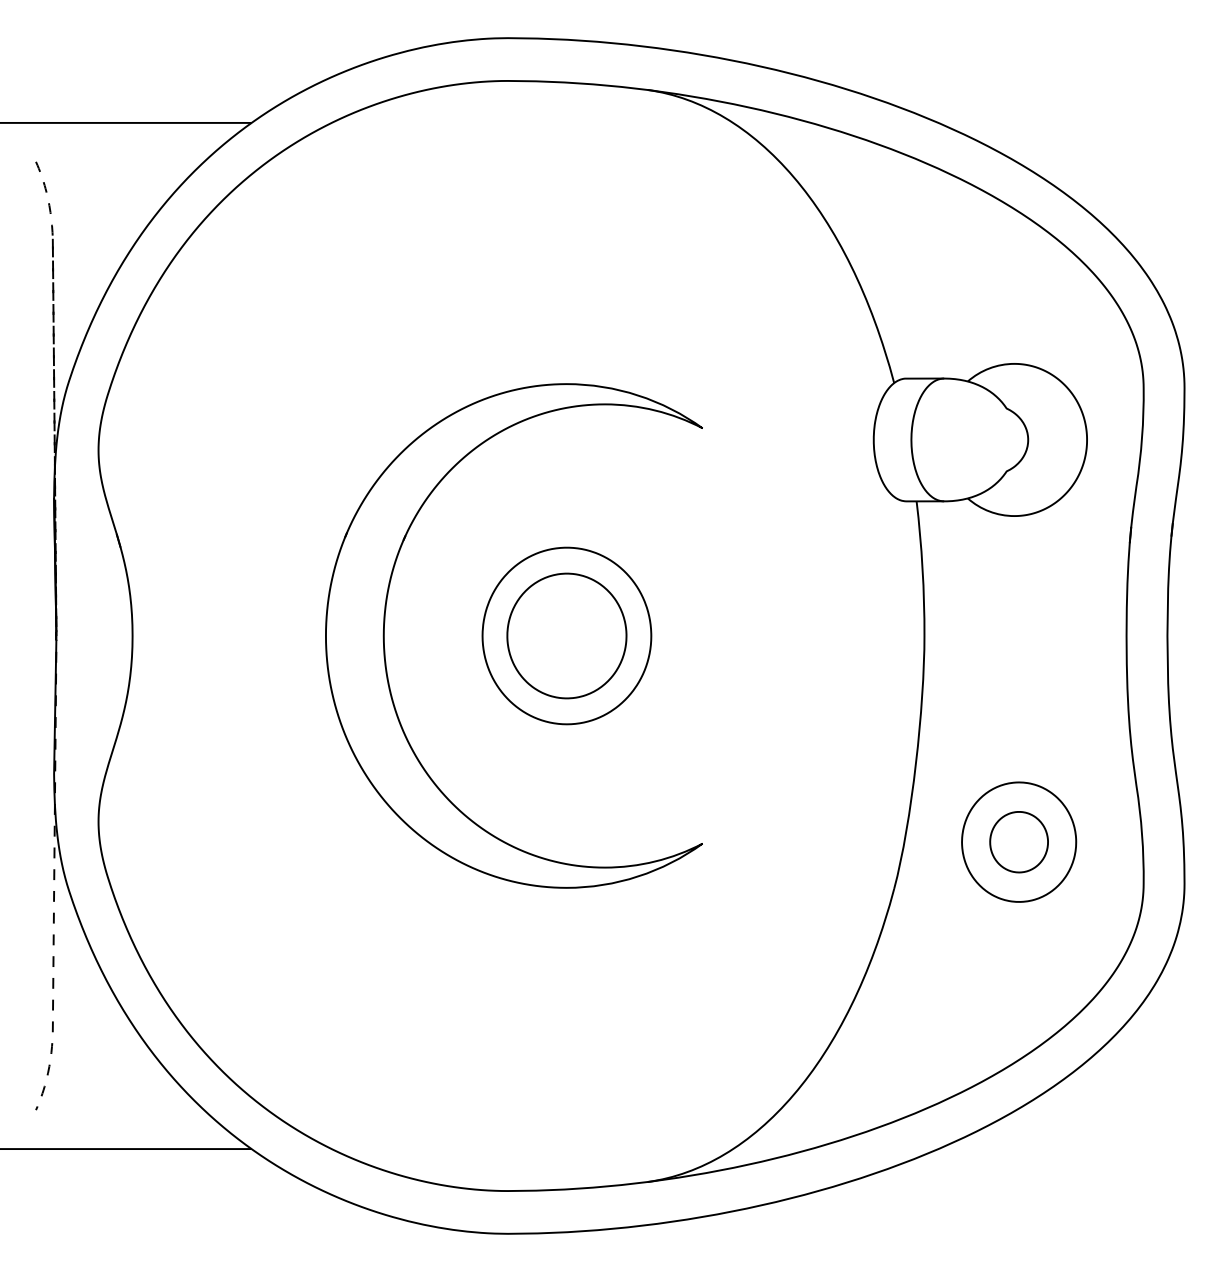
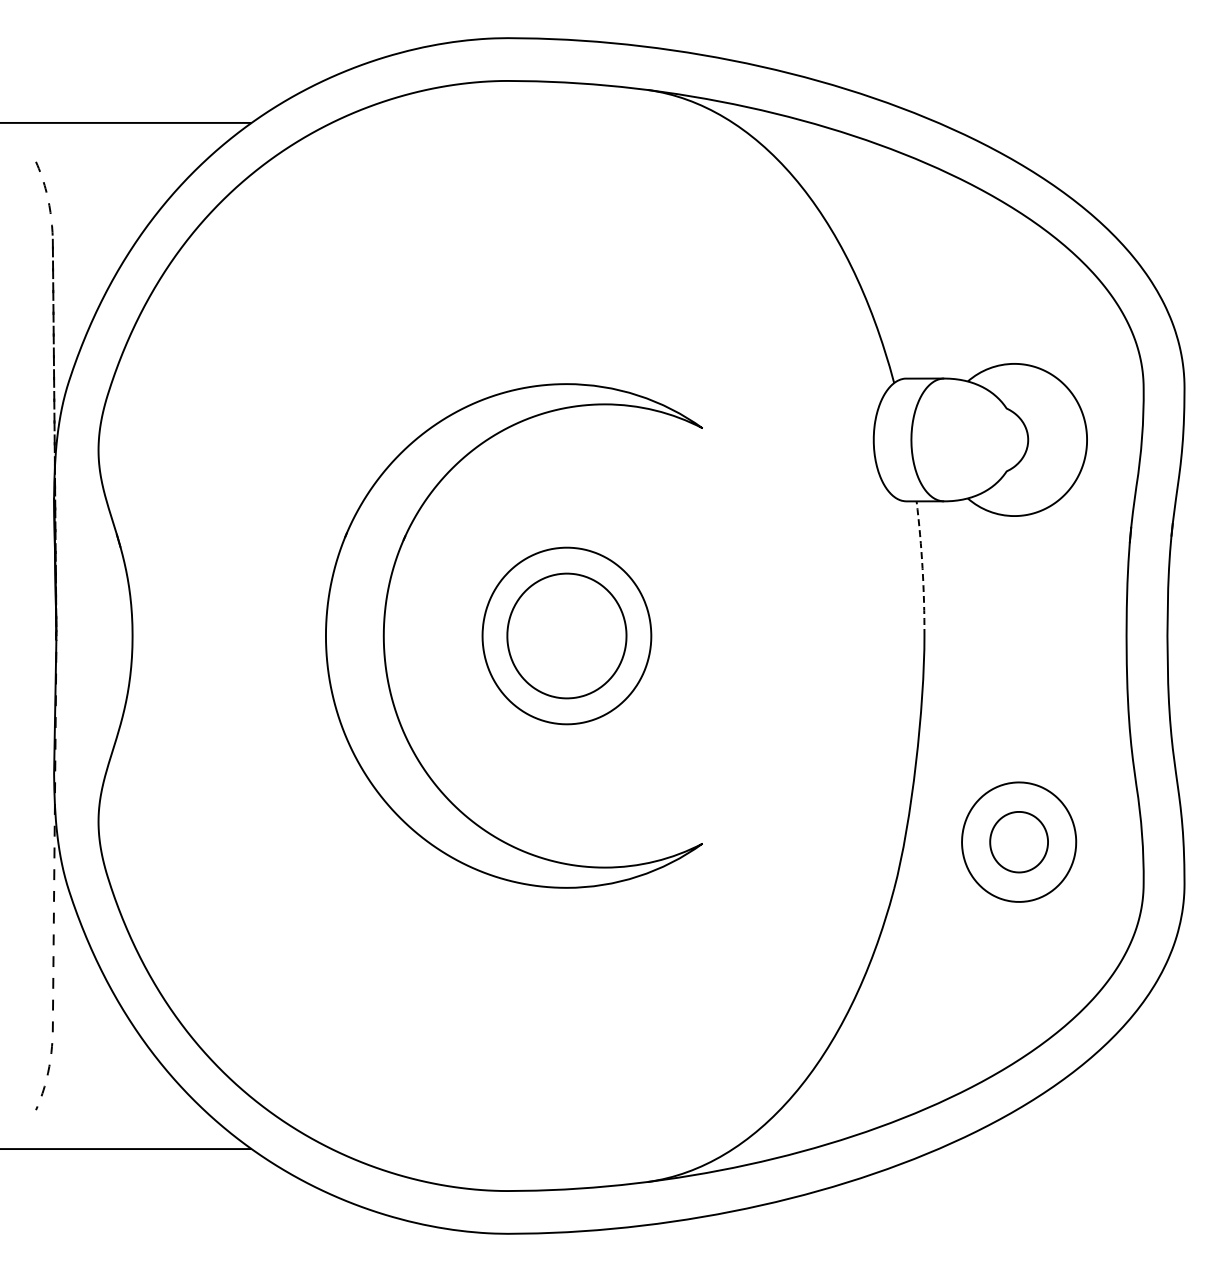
arc at (922, 568): solid -> dashed
